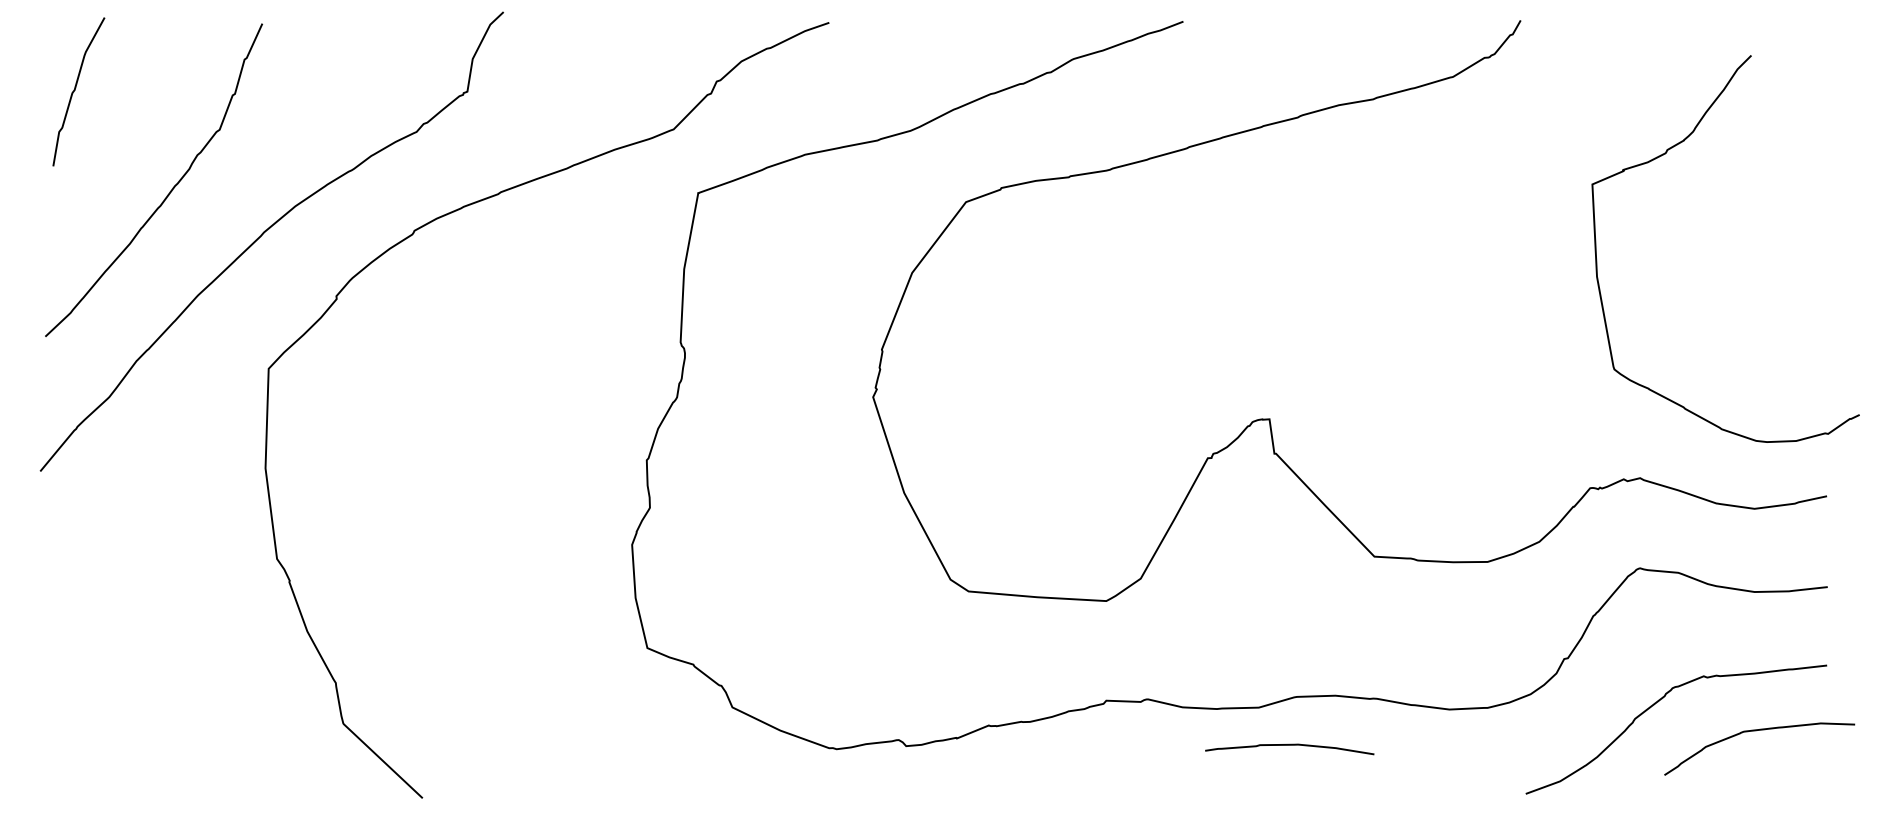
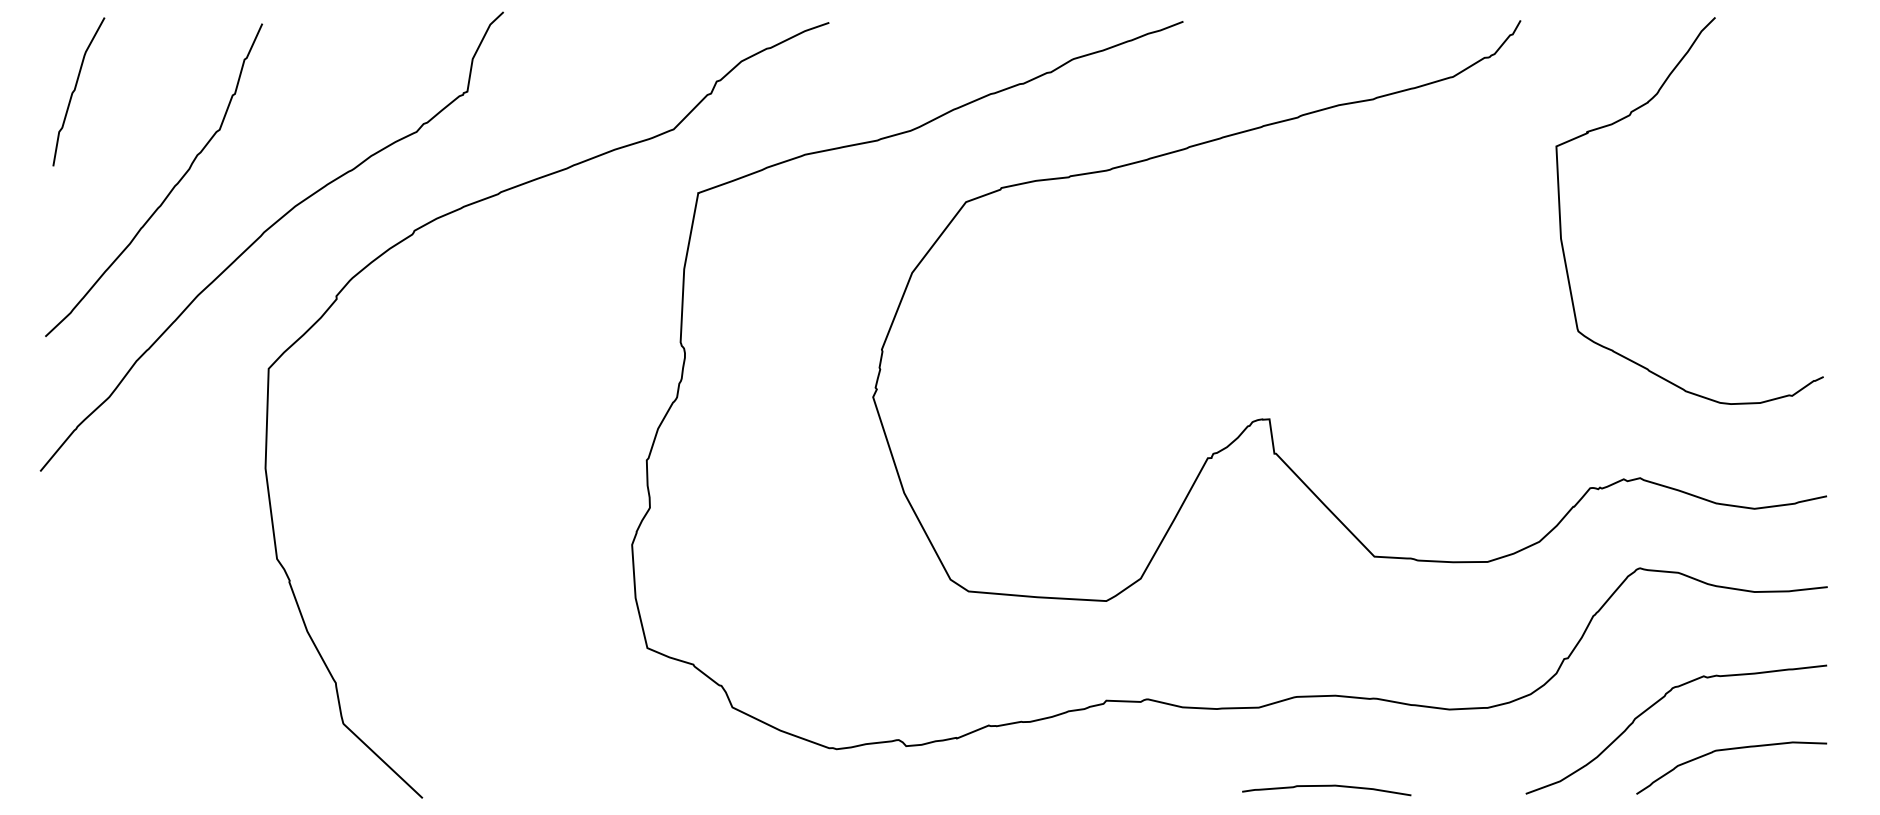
curve at (1665, 154) position: (1665, 154) -> (1629, 116)
curve at (1756, 731) position: (1756, 731) -> (1728, 750)
curve at (1289, 745) position: (1289, 745) -> (1326, 786)
